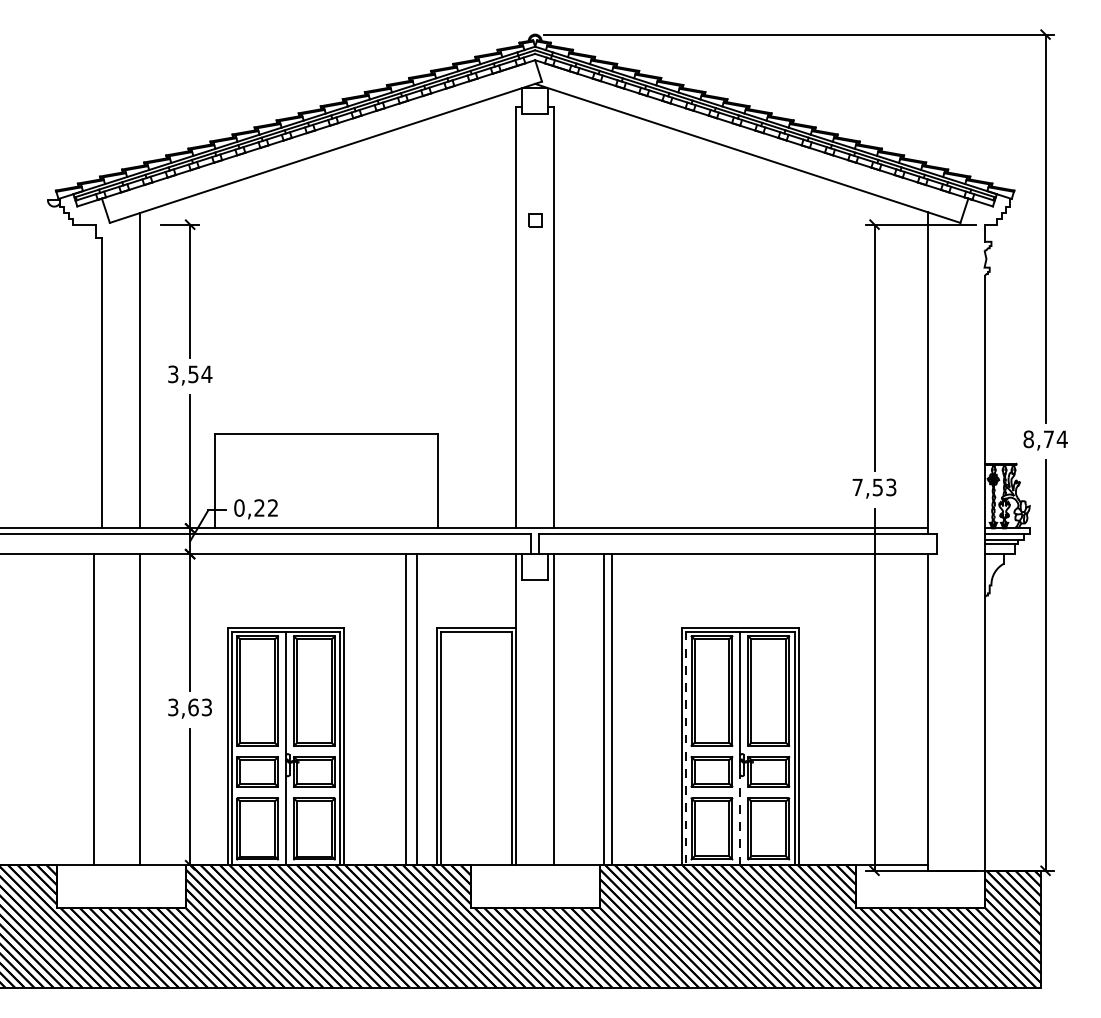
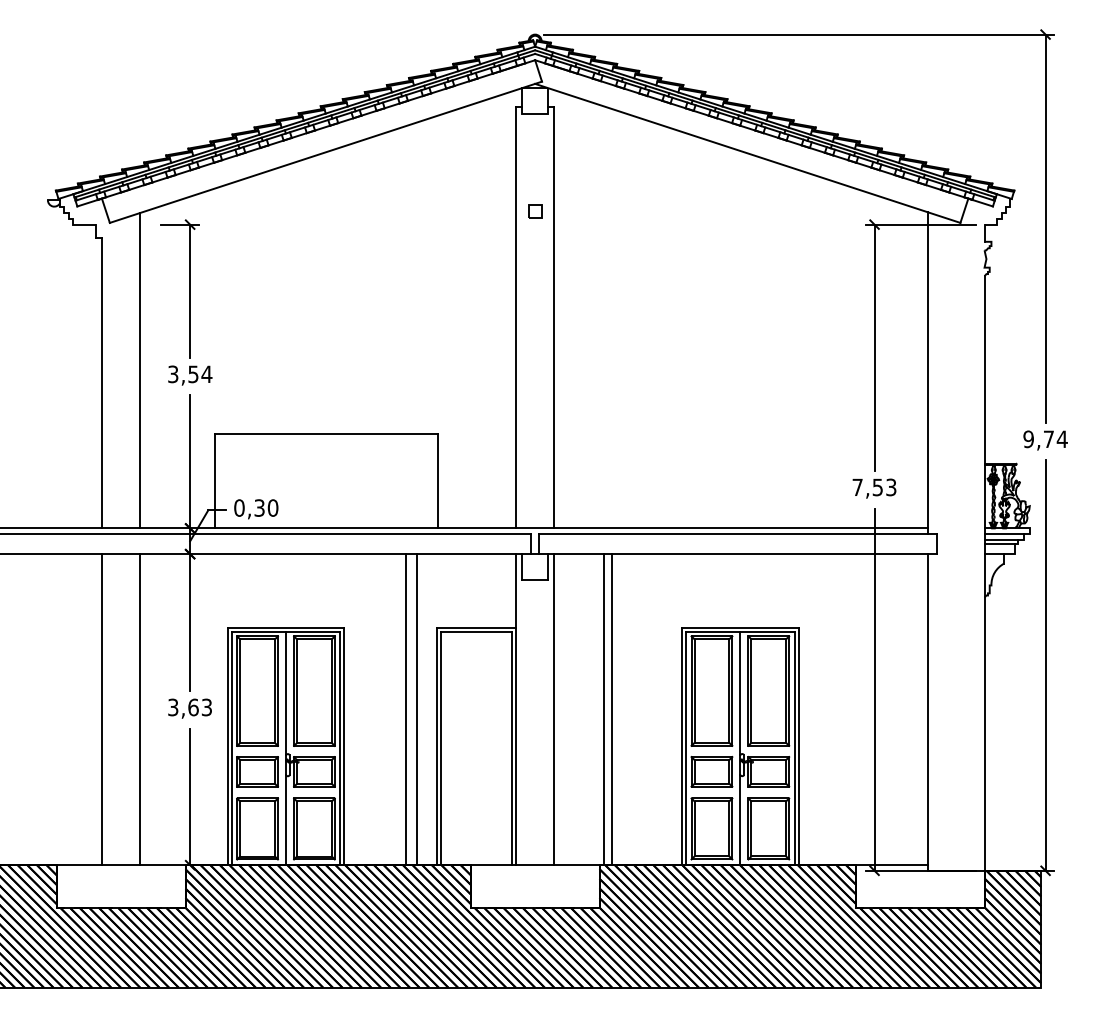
part at (535, 220) position: (535, 220) -> (535, 211)
text at (1028, 439): 8,74 -> 9,74
text at (266, 507): 0,22 -> 0,30
line at (93, 709) position: (93, 709) -> (101, 709)
line at (686, 748): dashed -> solid
line at (740, 819): dashed -> solid
